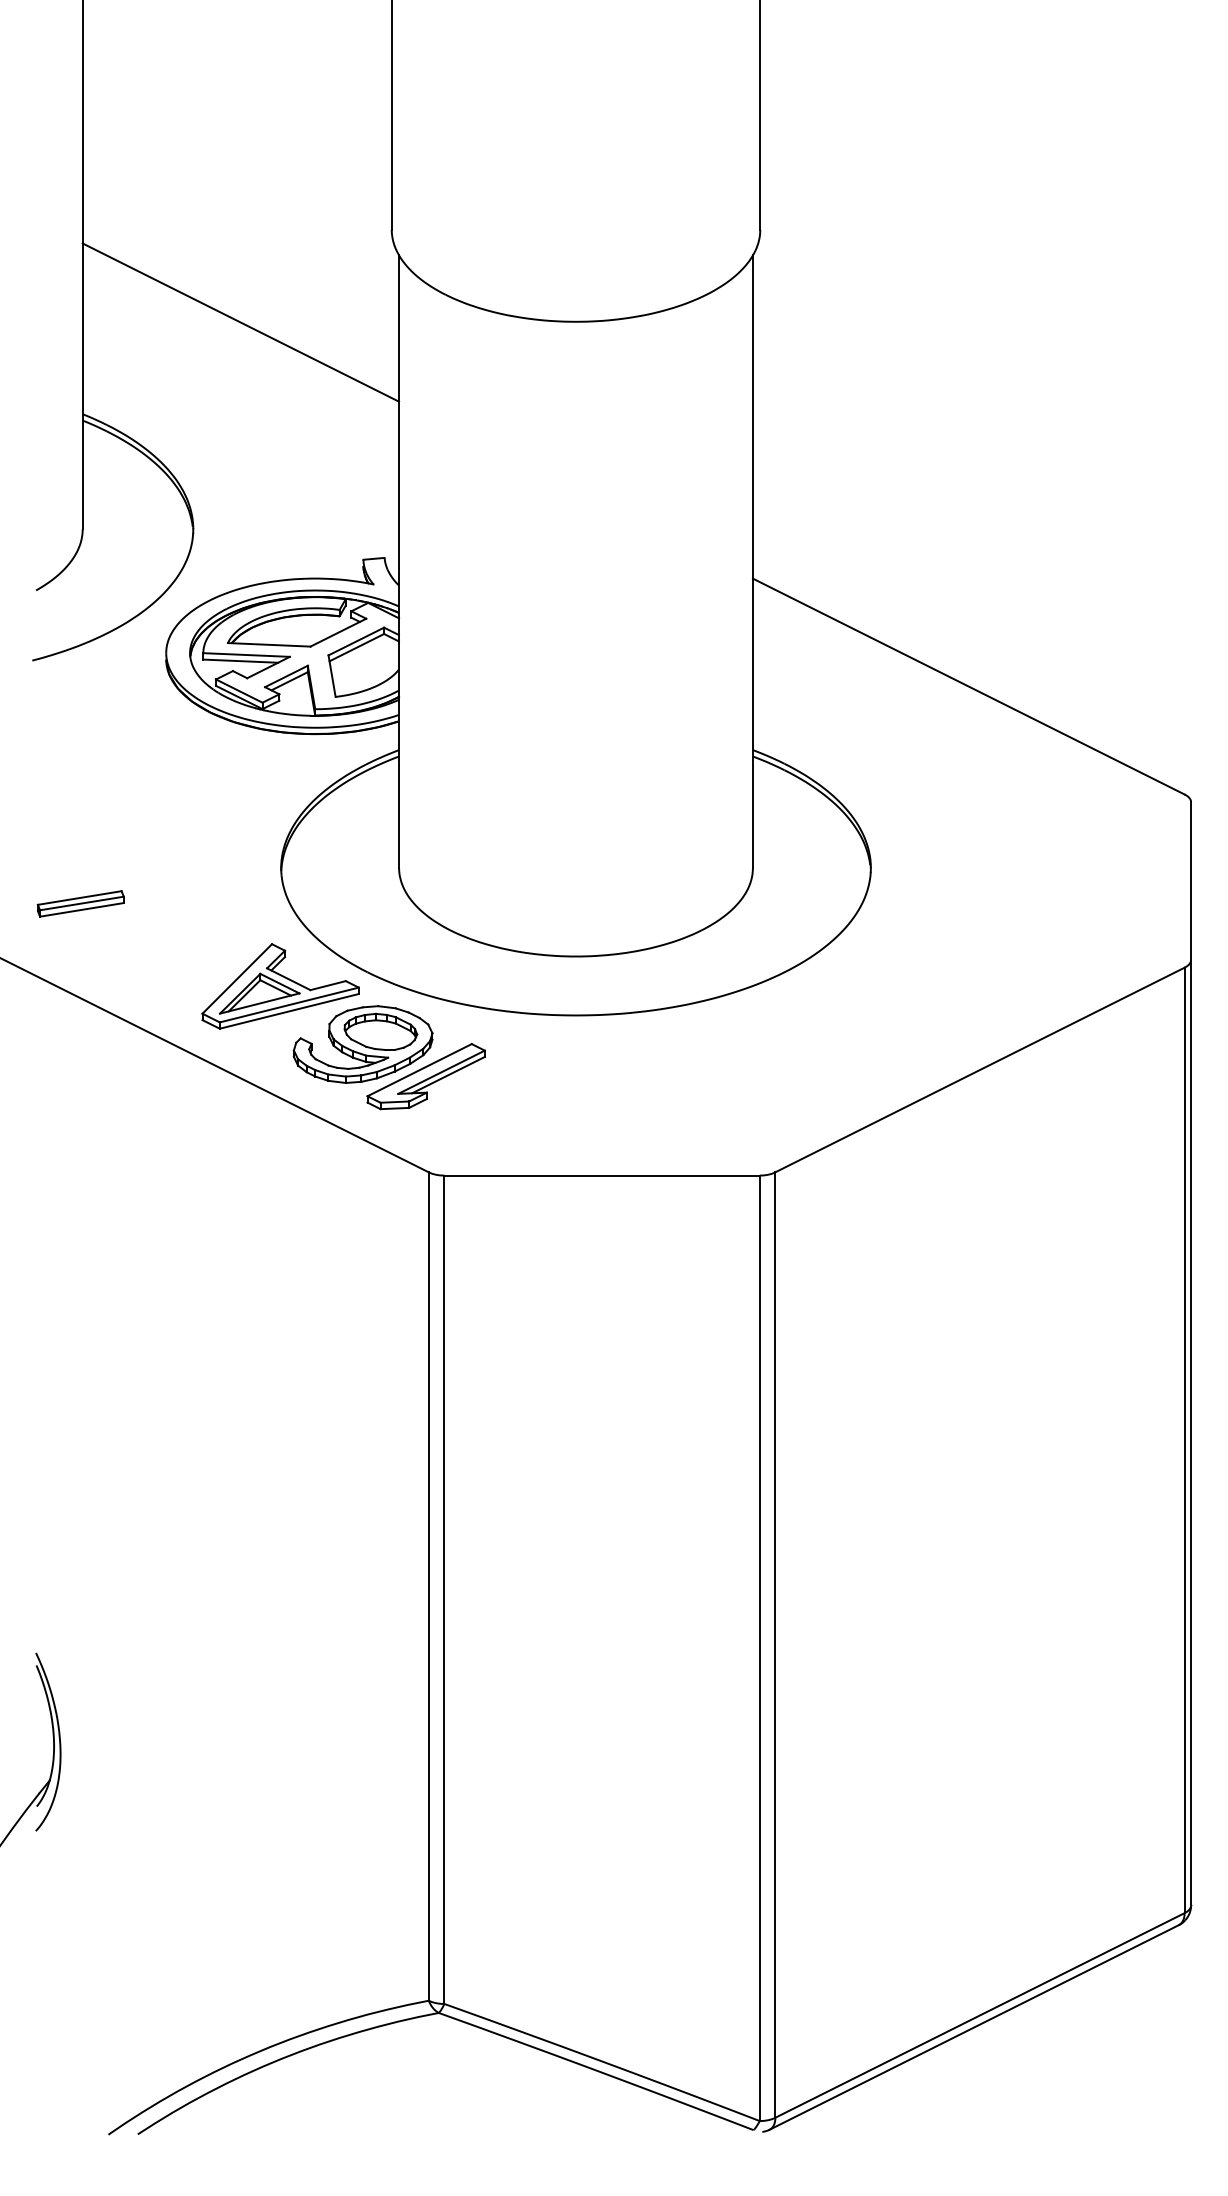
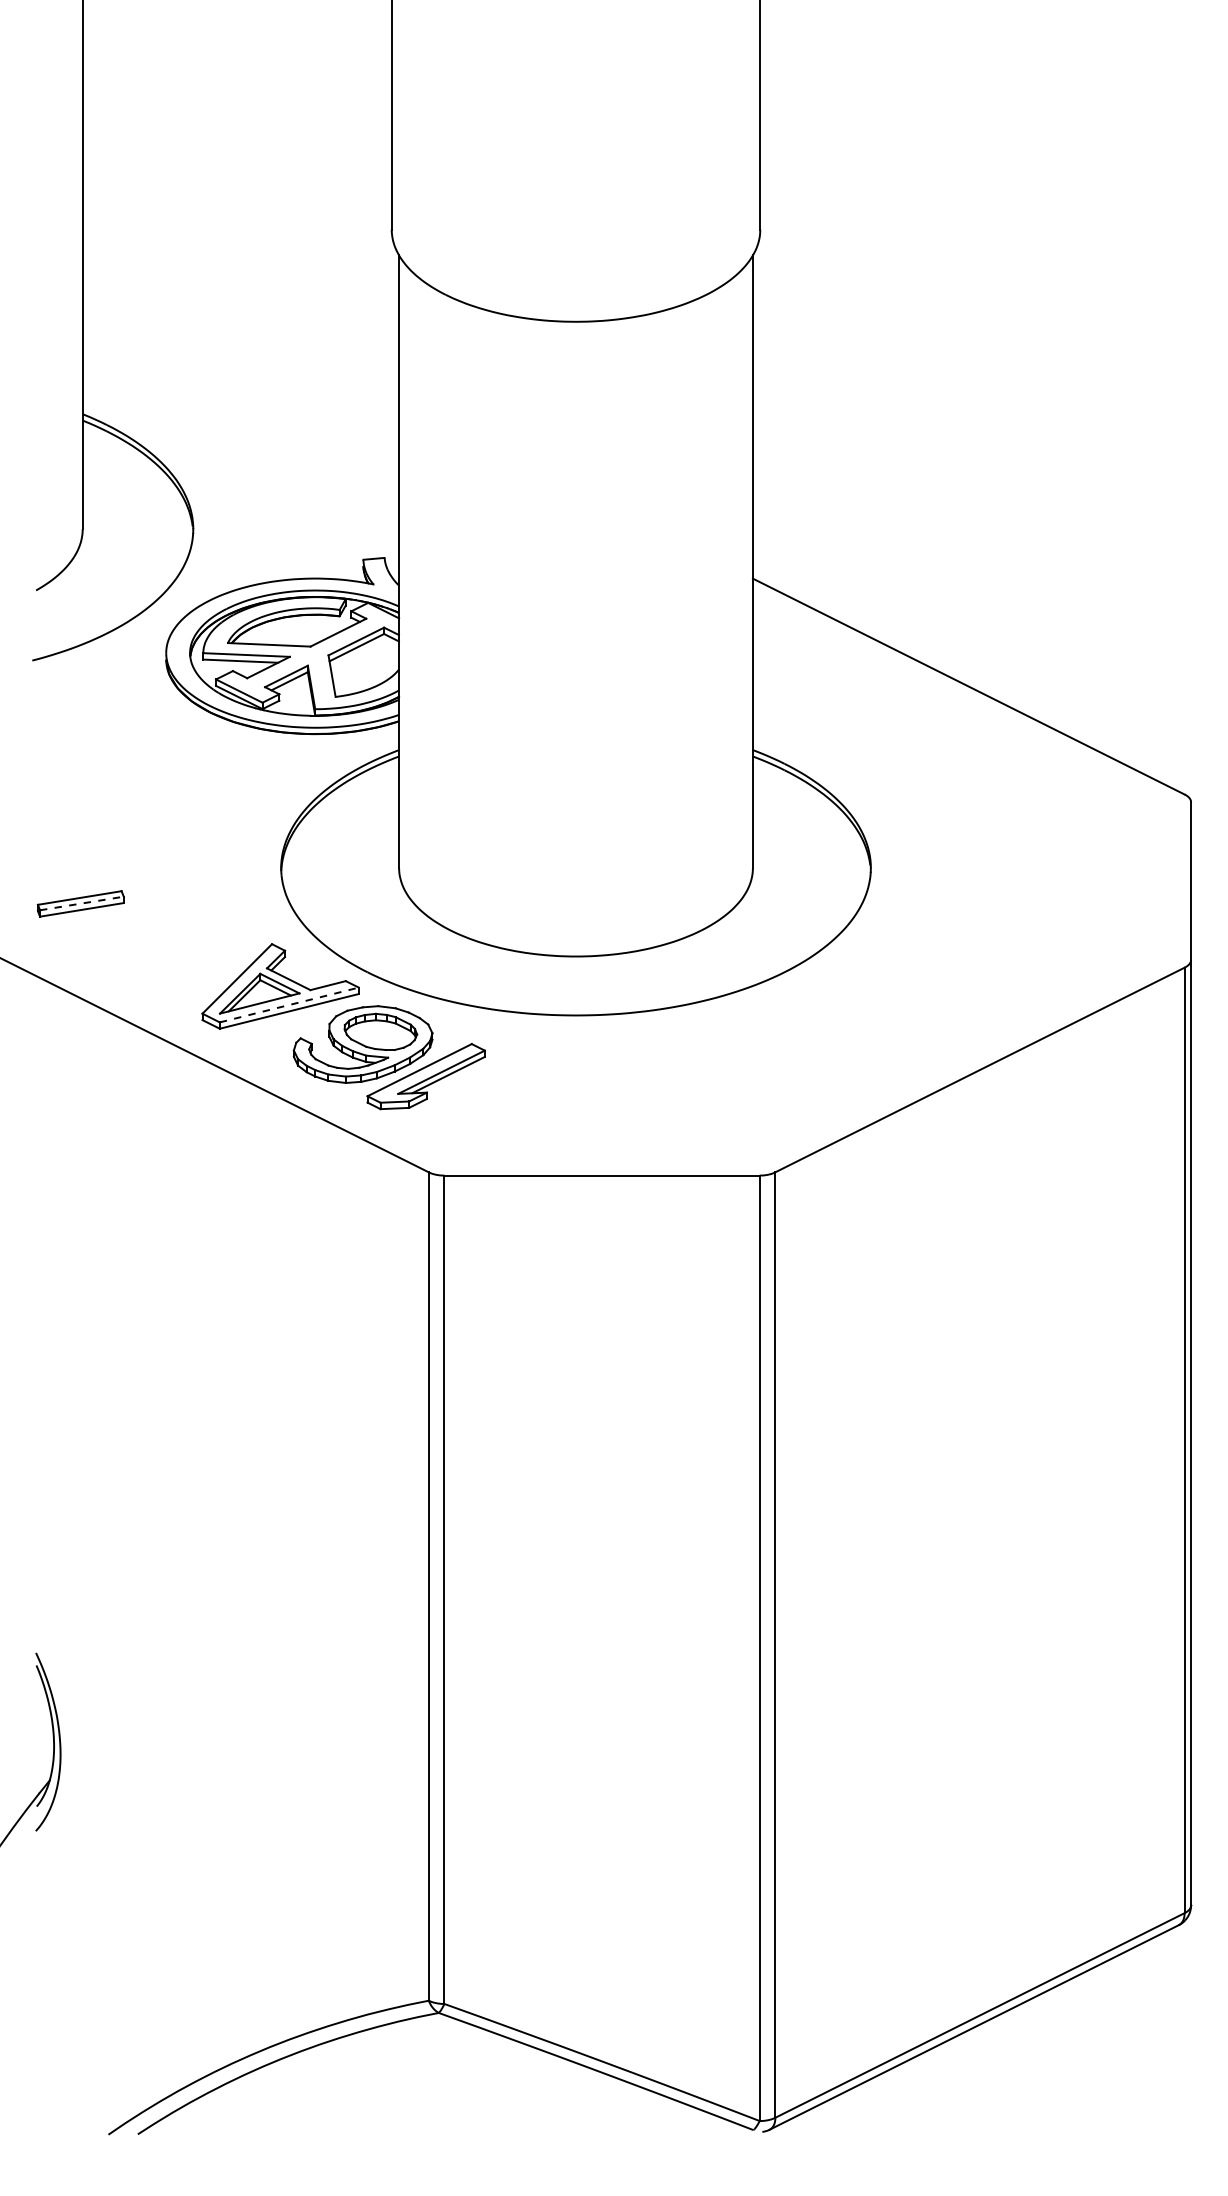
line at (240, 322): present -> none
line at (82, 903): solid -> dashed
line at (289, 1005): solid -> dashed
